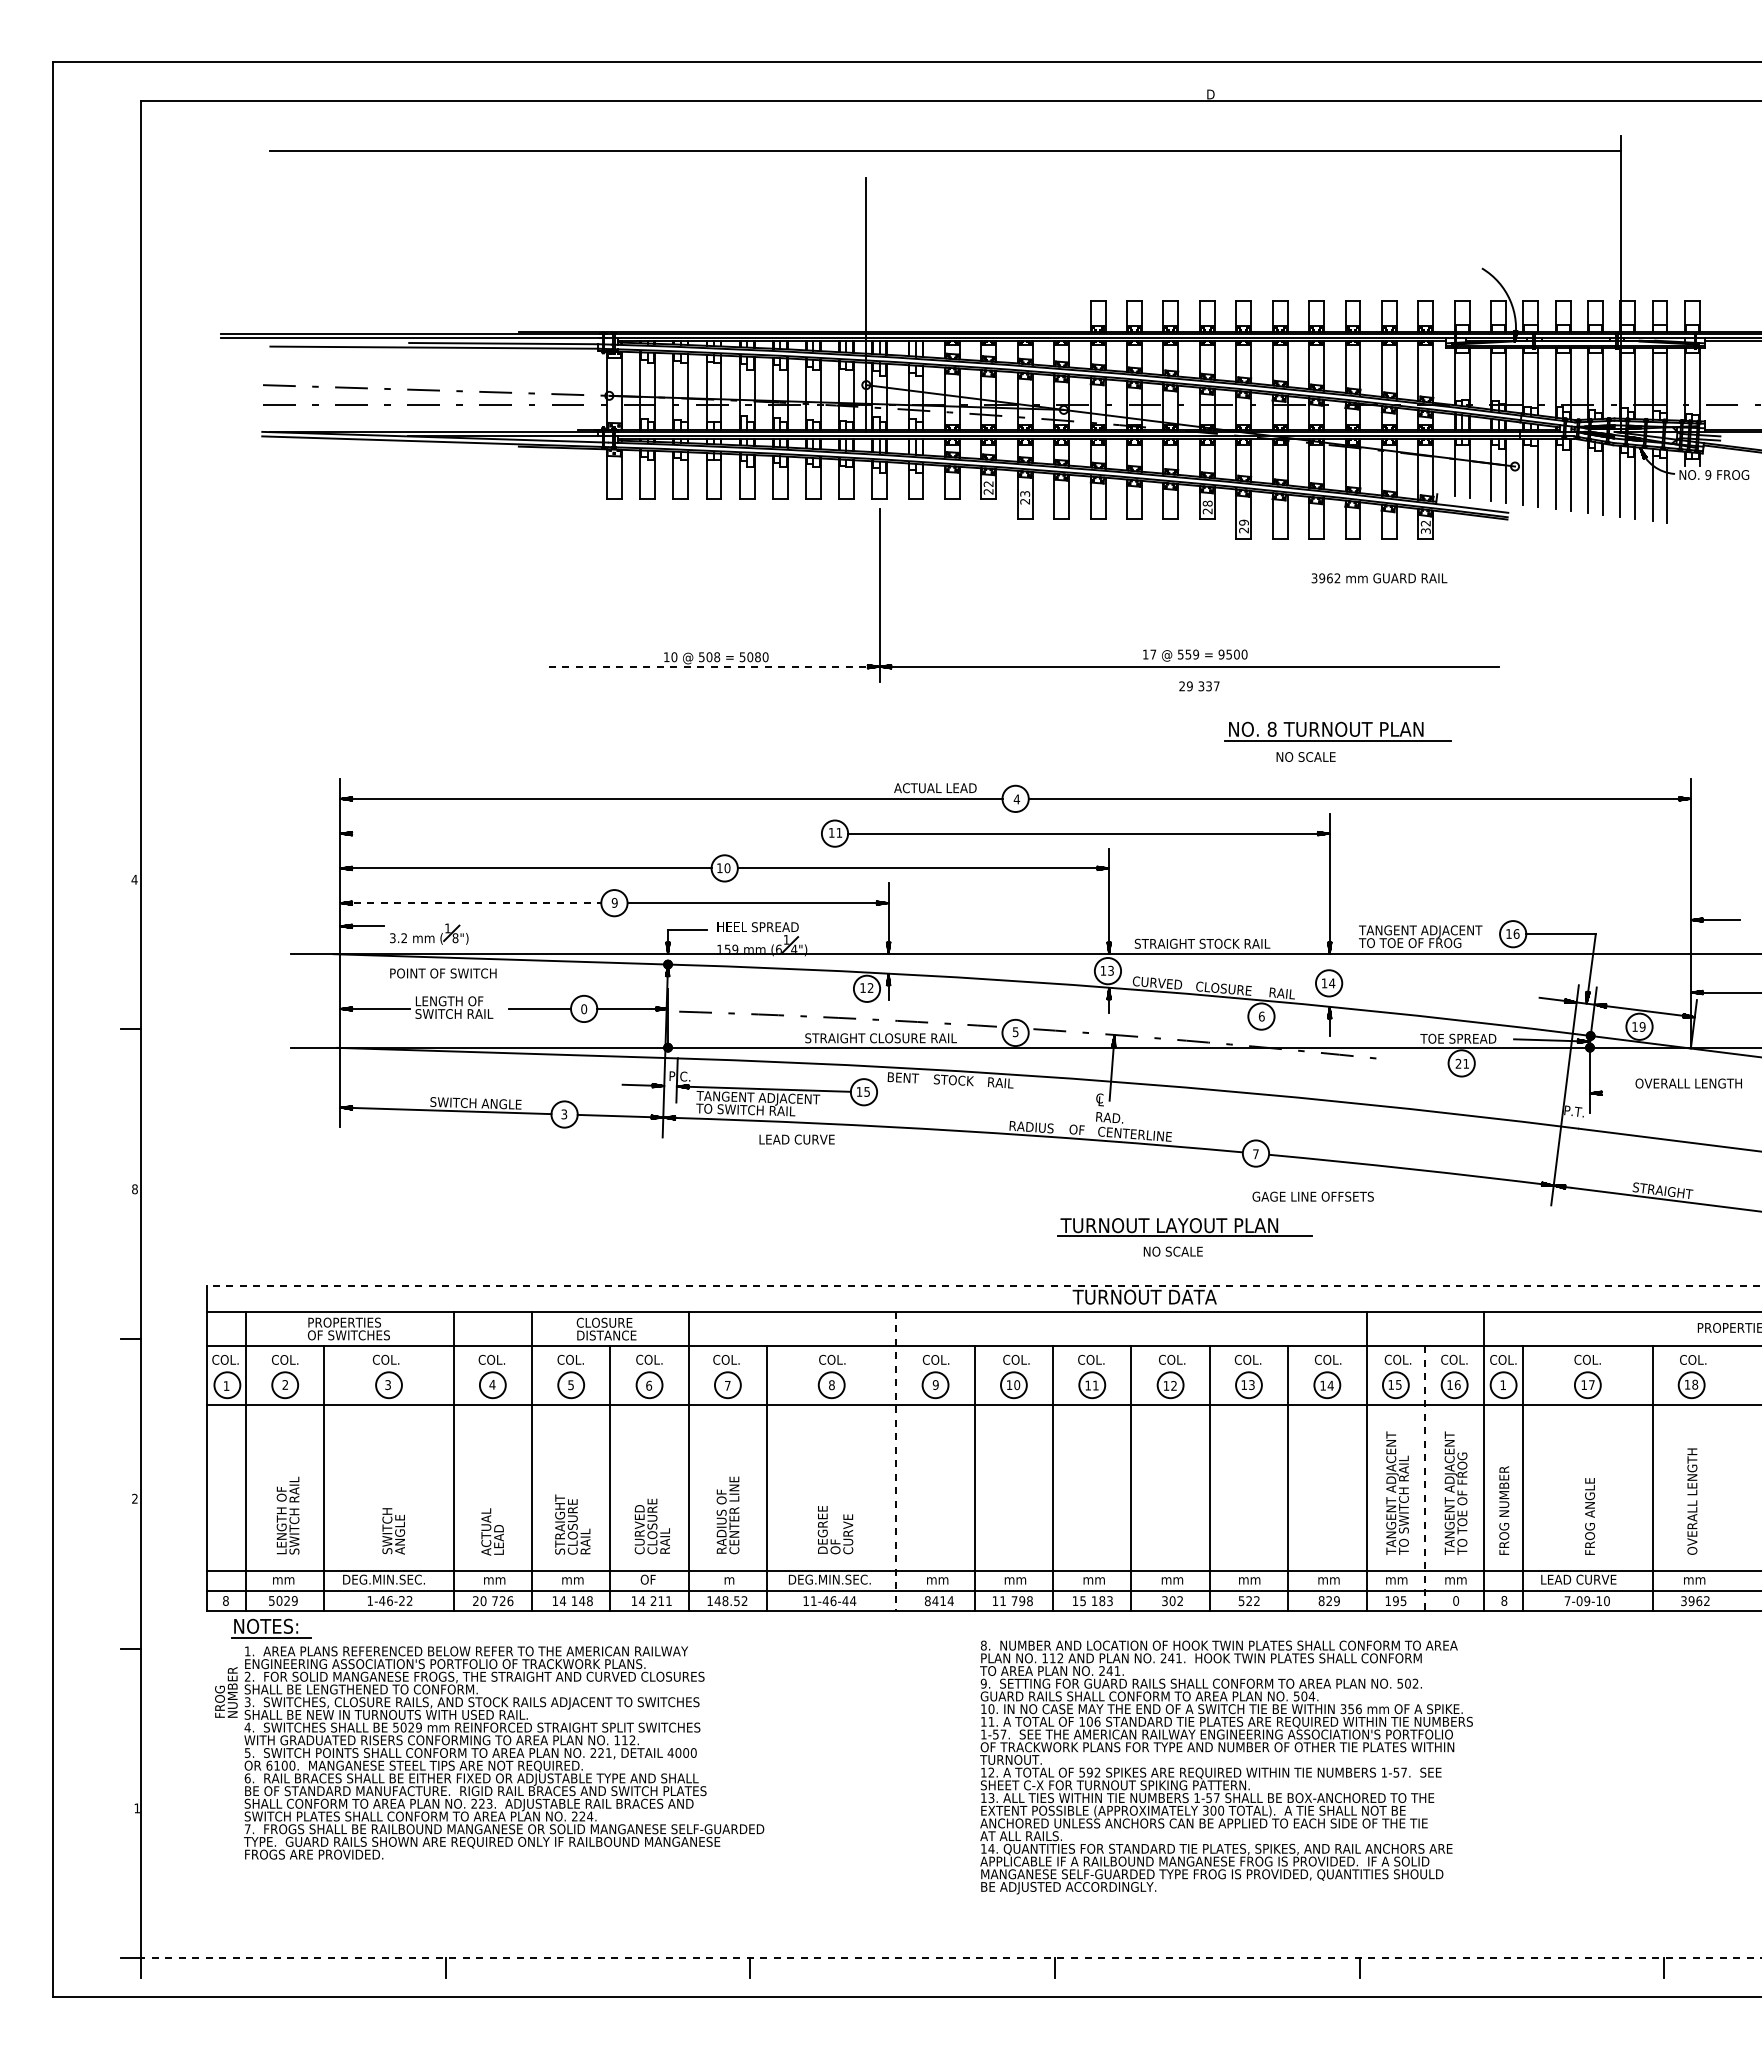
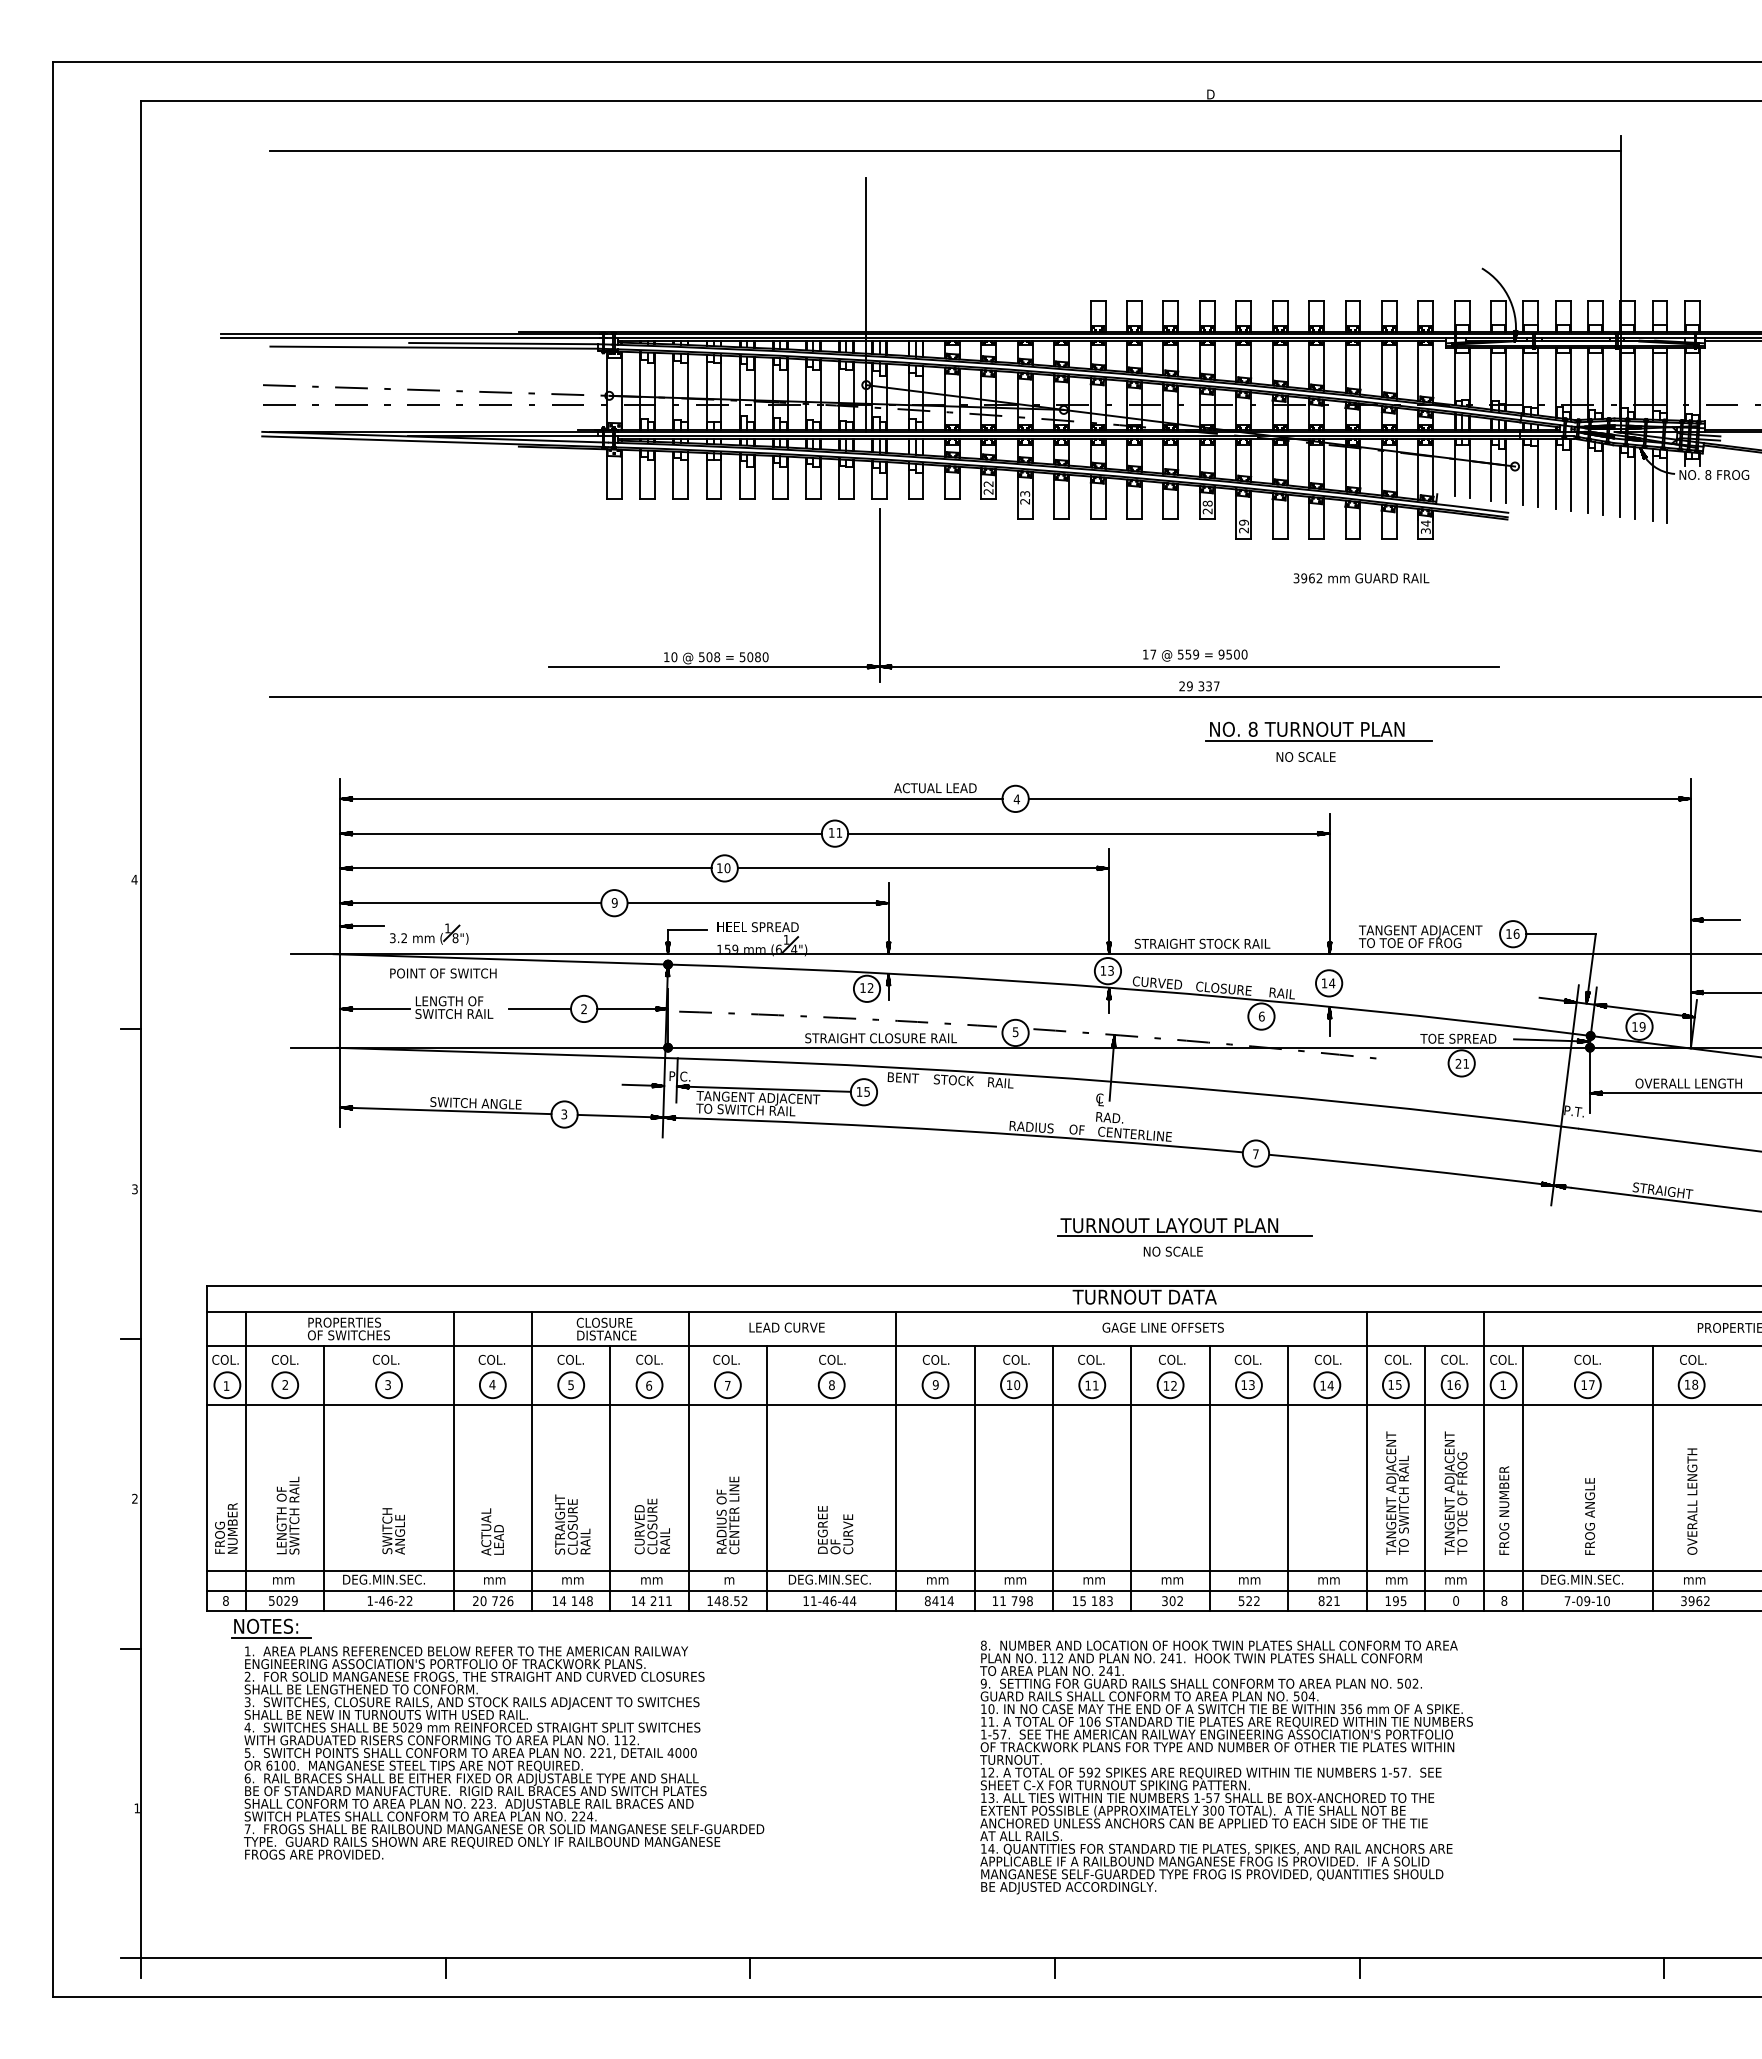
text at (1708, 474): 9 -> 8
text at (1425, 523): 32 -> 34
text at (1379, 578) position: (1379, 578) -> (1361, 578)
line at (714, 666): dashed -> solid
line at (1014, 696): none -> present
part at (1337, 731) position: (1337, 731) -> (1318, 731)
line at (580, 833): none -> present
line at (470, 903): dashed -> solid
text at (584, 1009): 0 -> 2
line at (1674, 1093): none -> present
text at (796, 1139) position: (796, 1139) -> (786, 1327)
text at (134, 1189): 8 -> 3
text at (1312, 1196) position: (1312, 1196) -> (1162, 1327)
line at (983, 1285): dashed -> solid
line at (896, 1461): dashed -> solid
line at (1425, 1478): dashed -> solid
text at (651, 1579): OF -> mm
text at (1582, 1579): LEAD CURVE -> DEG.MIN.SEC.
text at (1336, 1601): 829 -> 821
text at (226, 1692) position: (226, 1692) -> (226, 1528)
line at (950, 1958): dashed -> solid
